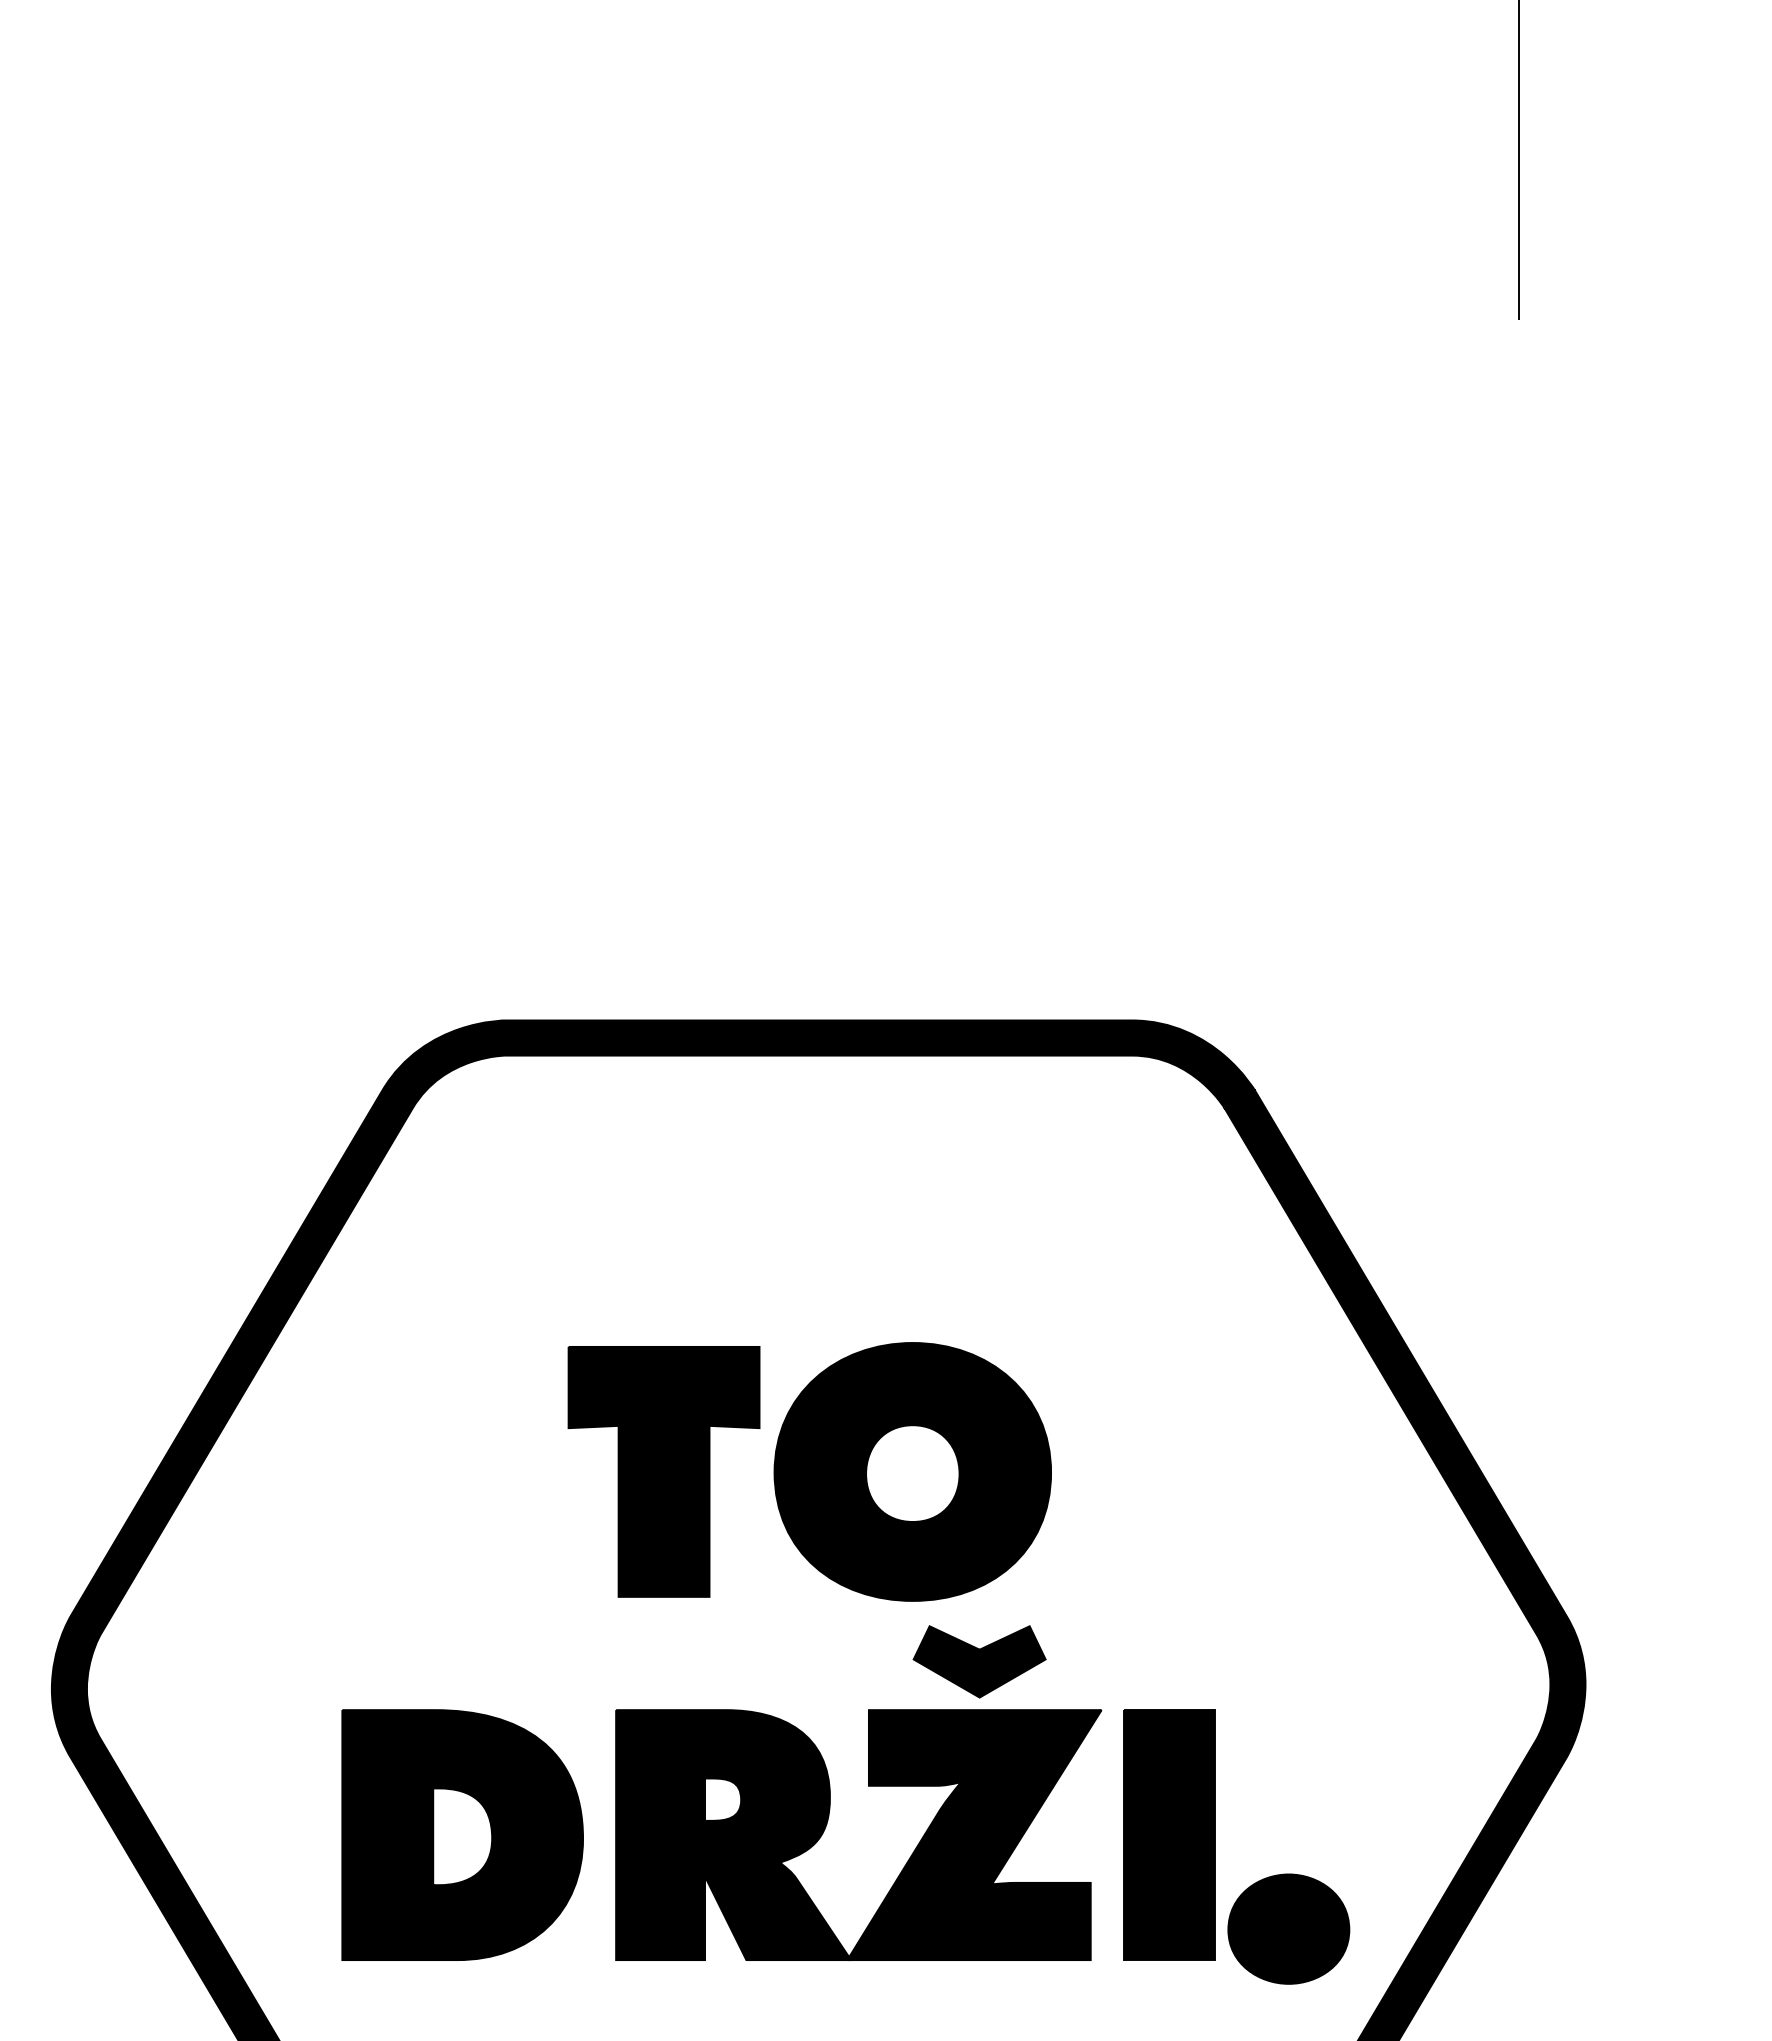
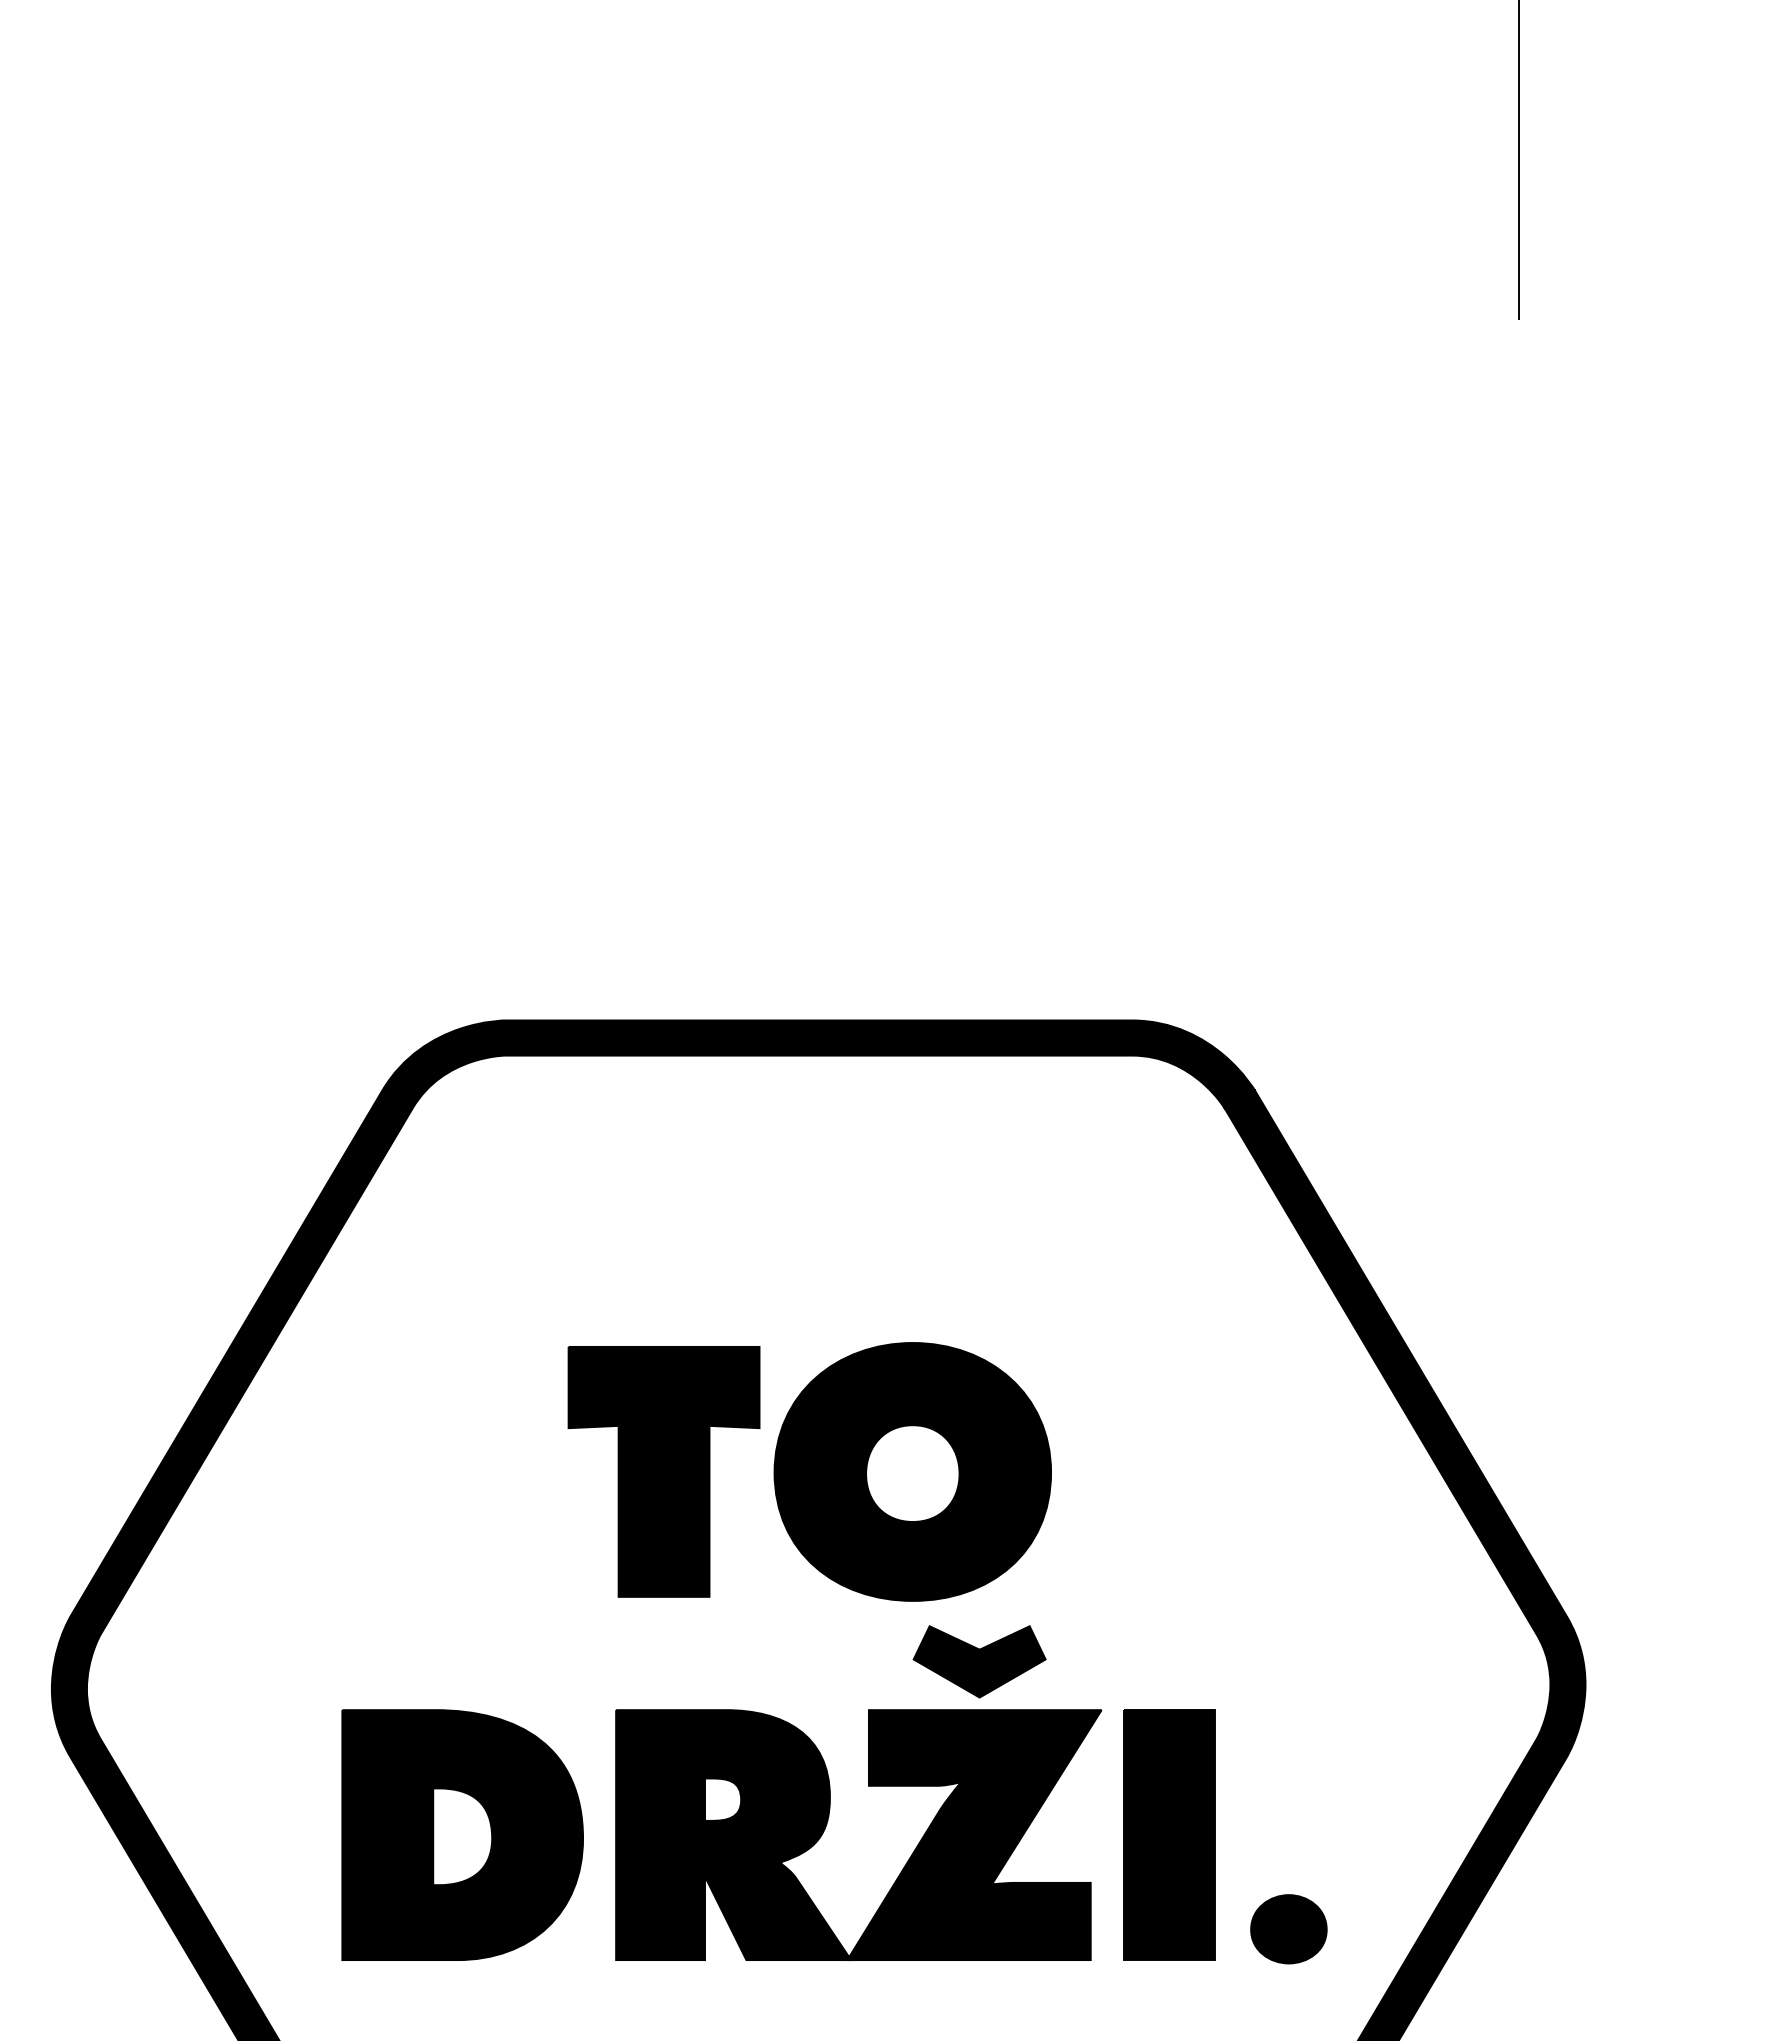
part at (1288, 1928) size: 124x112 px -> 78x71 px
